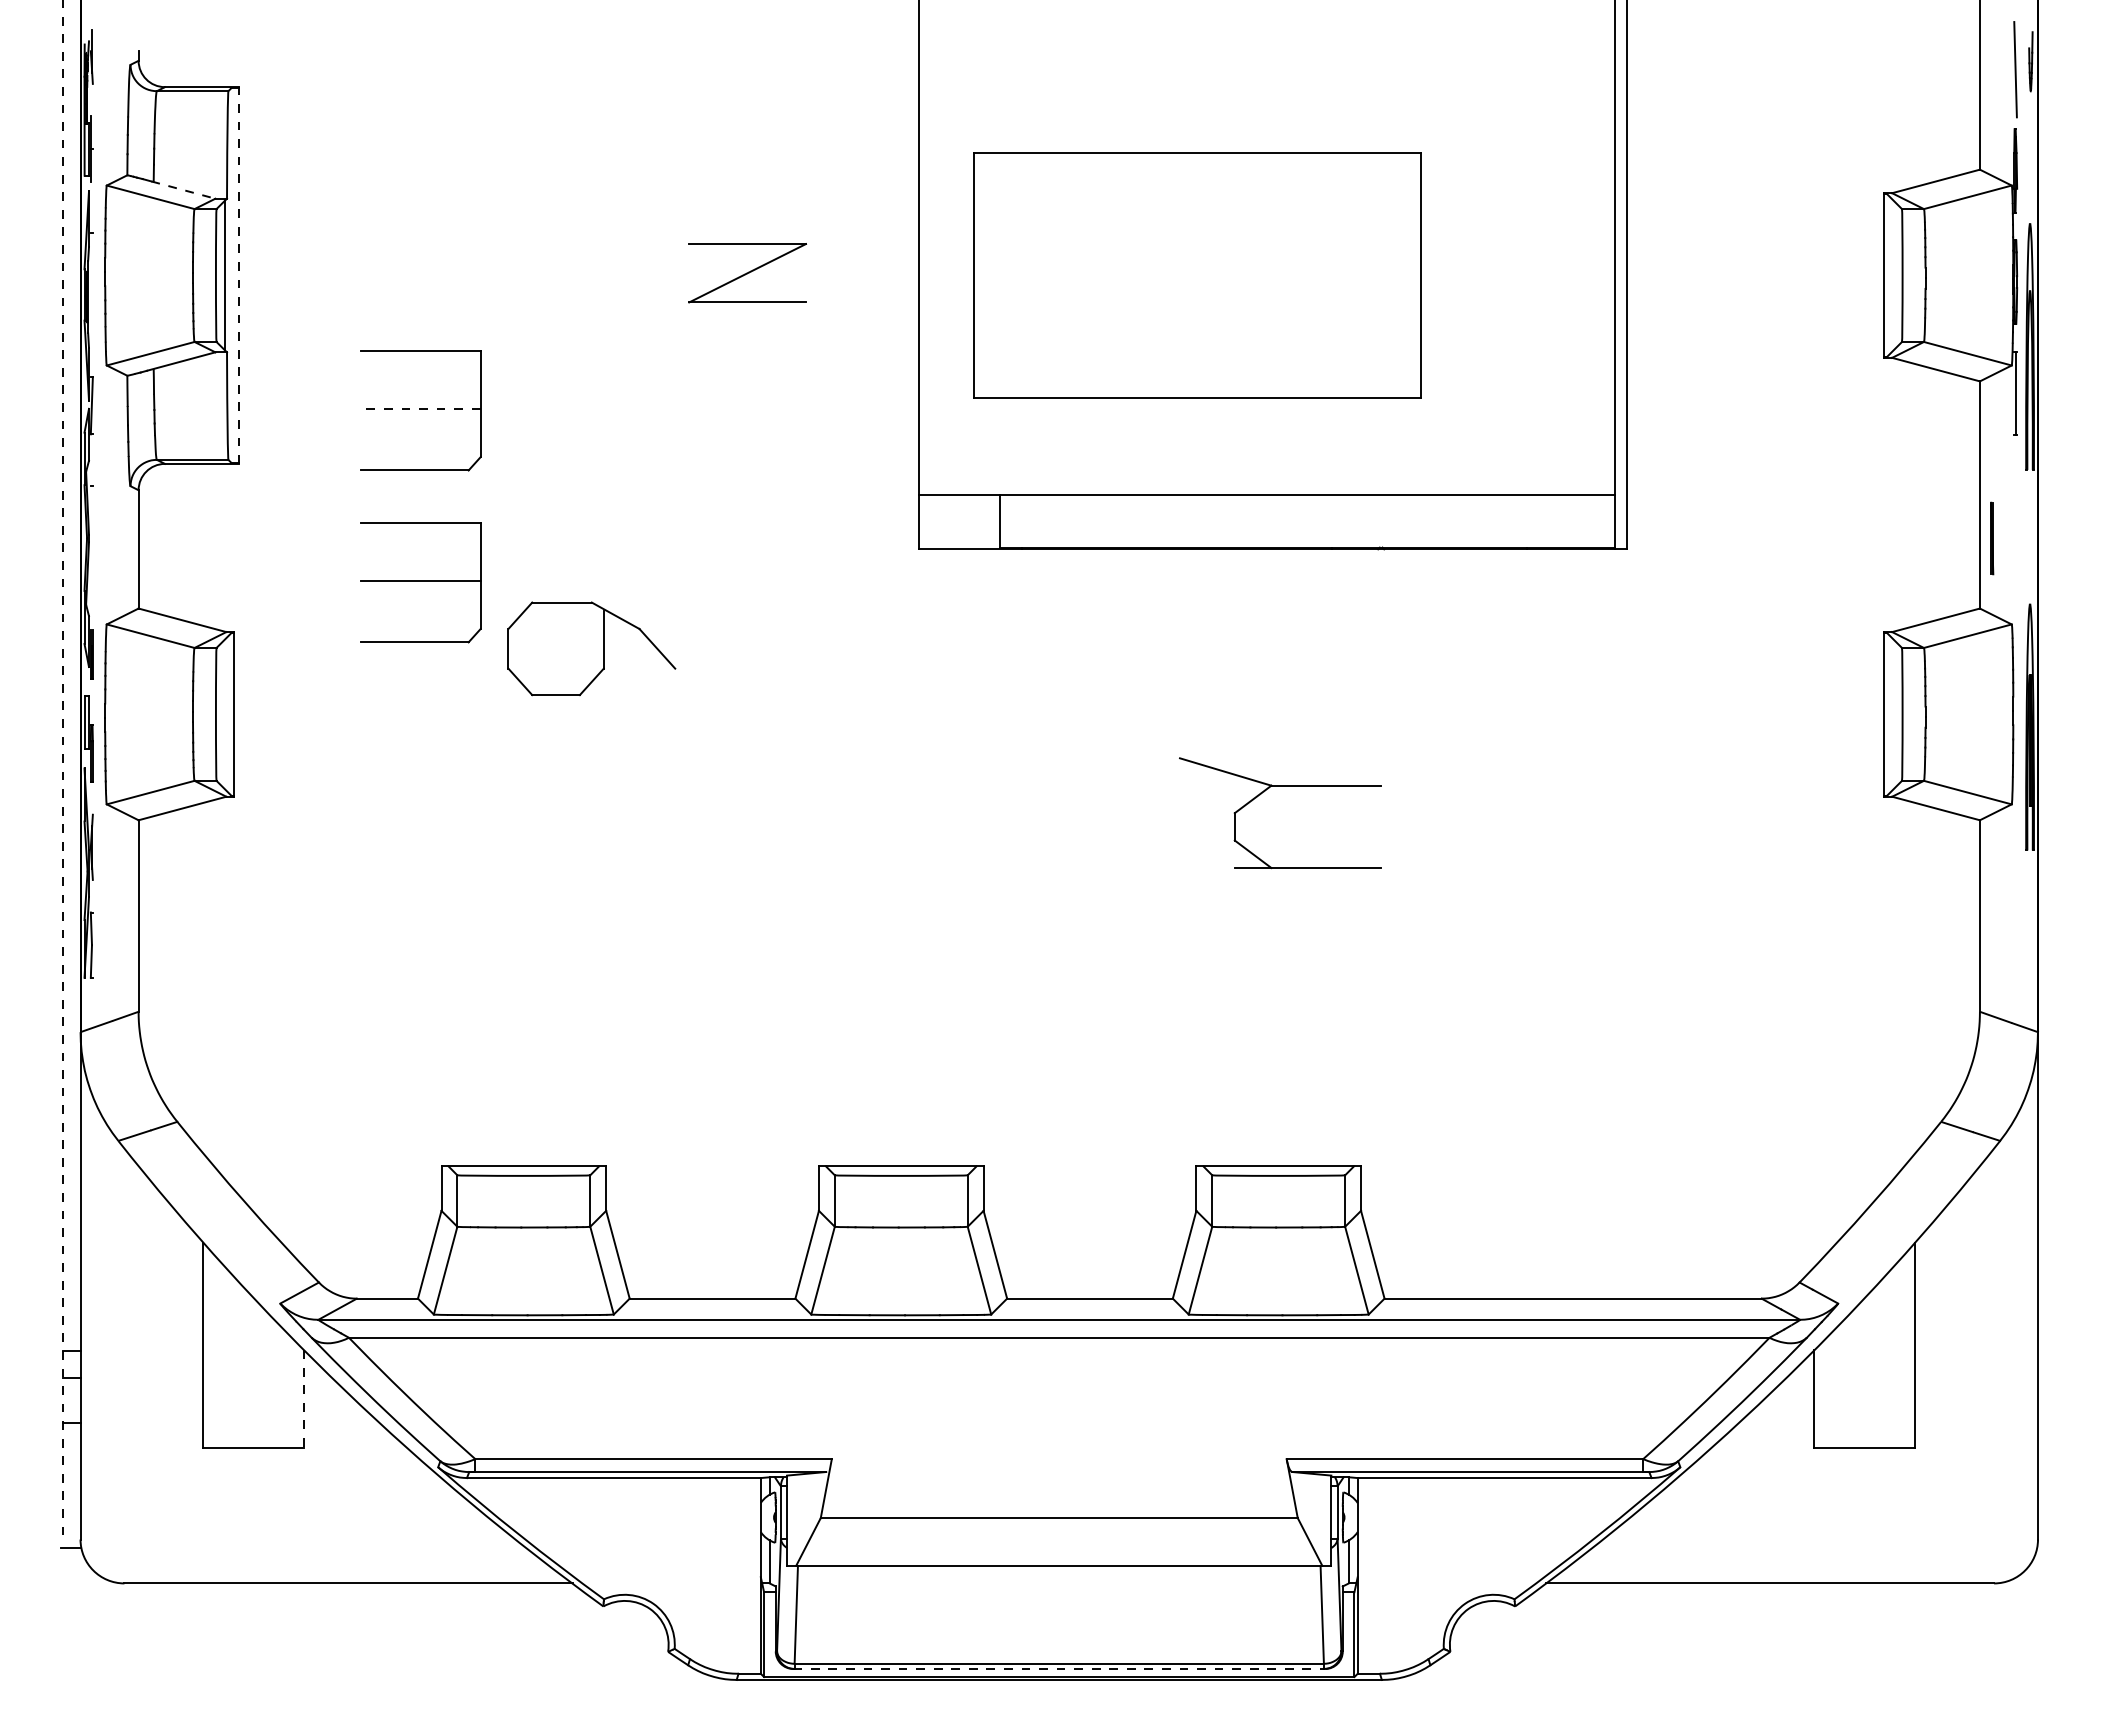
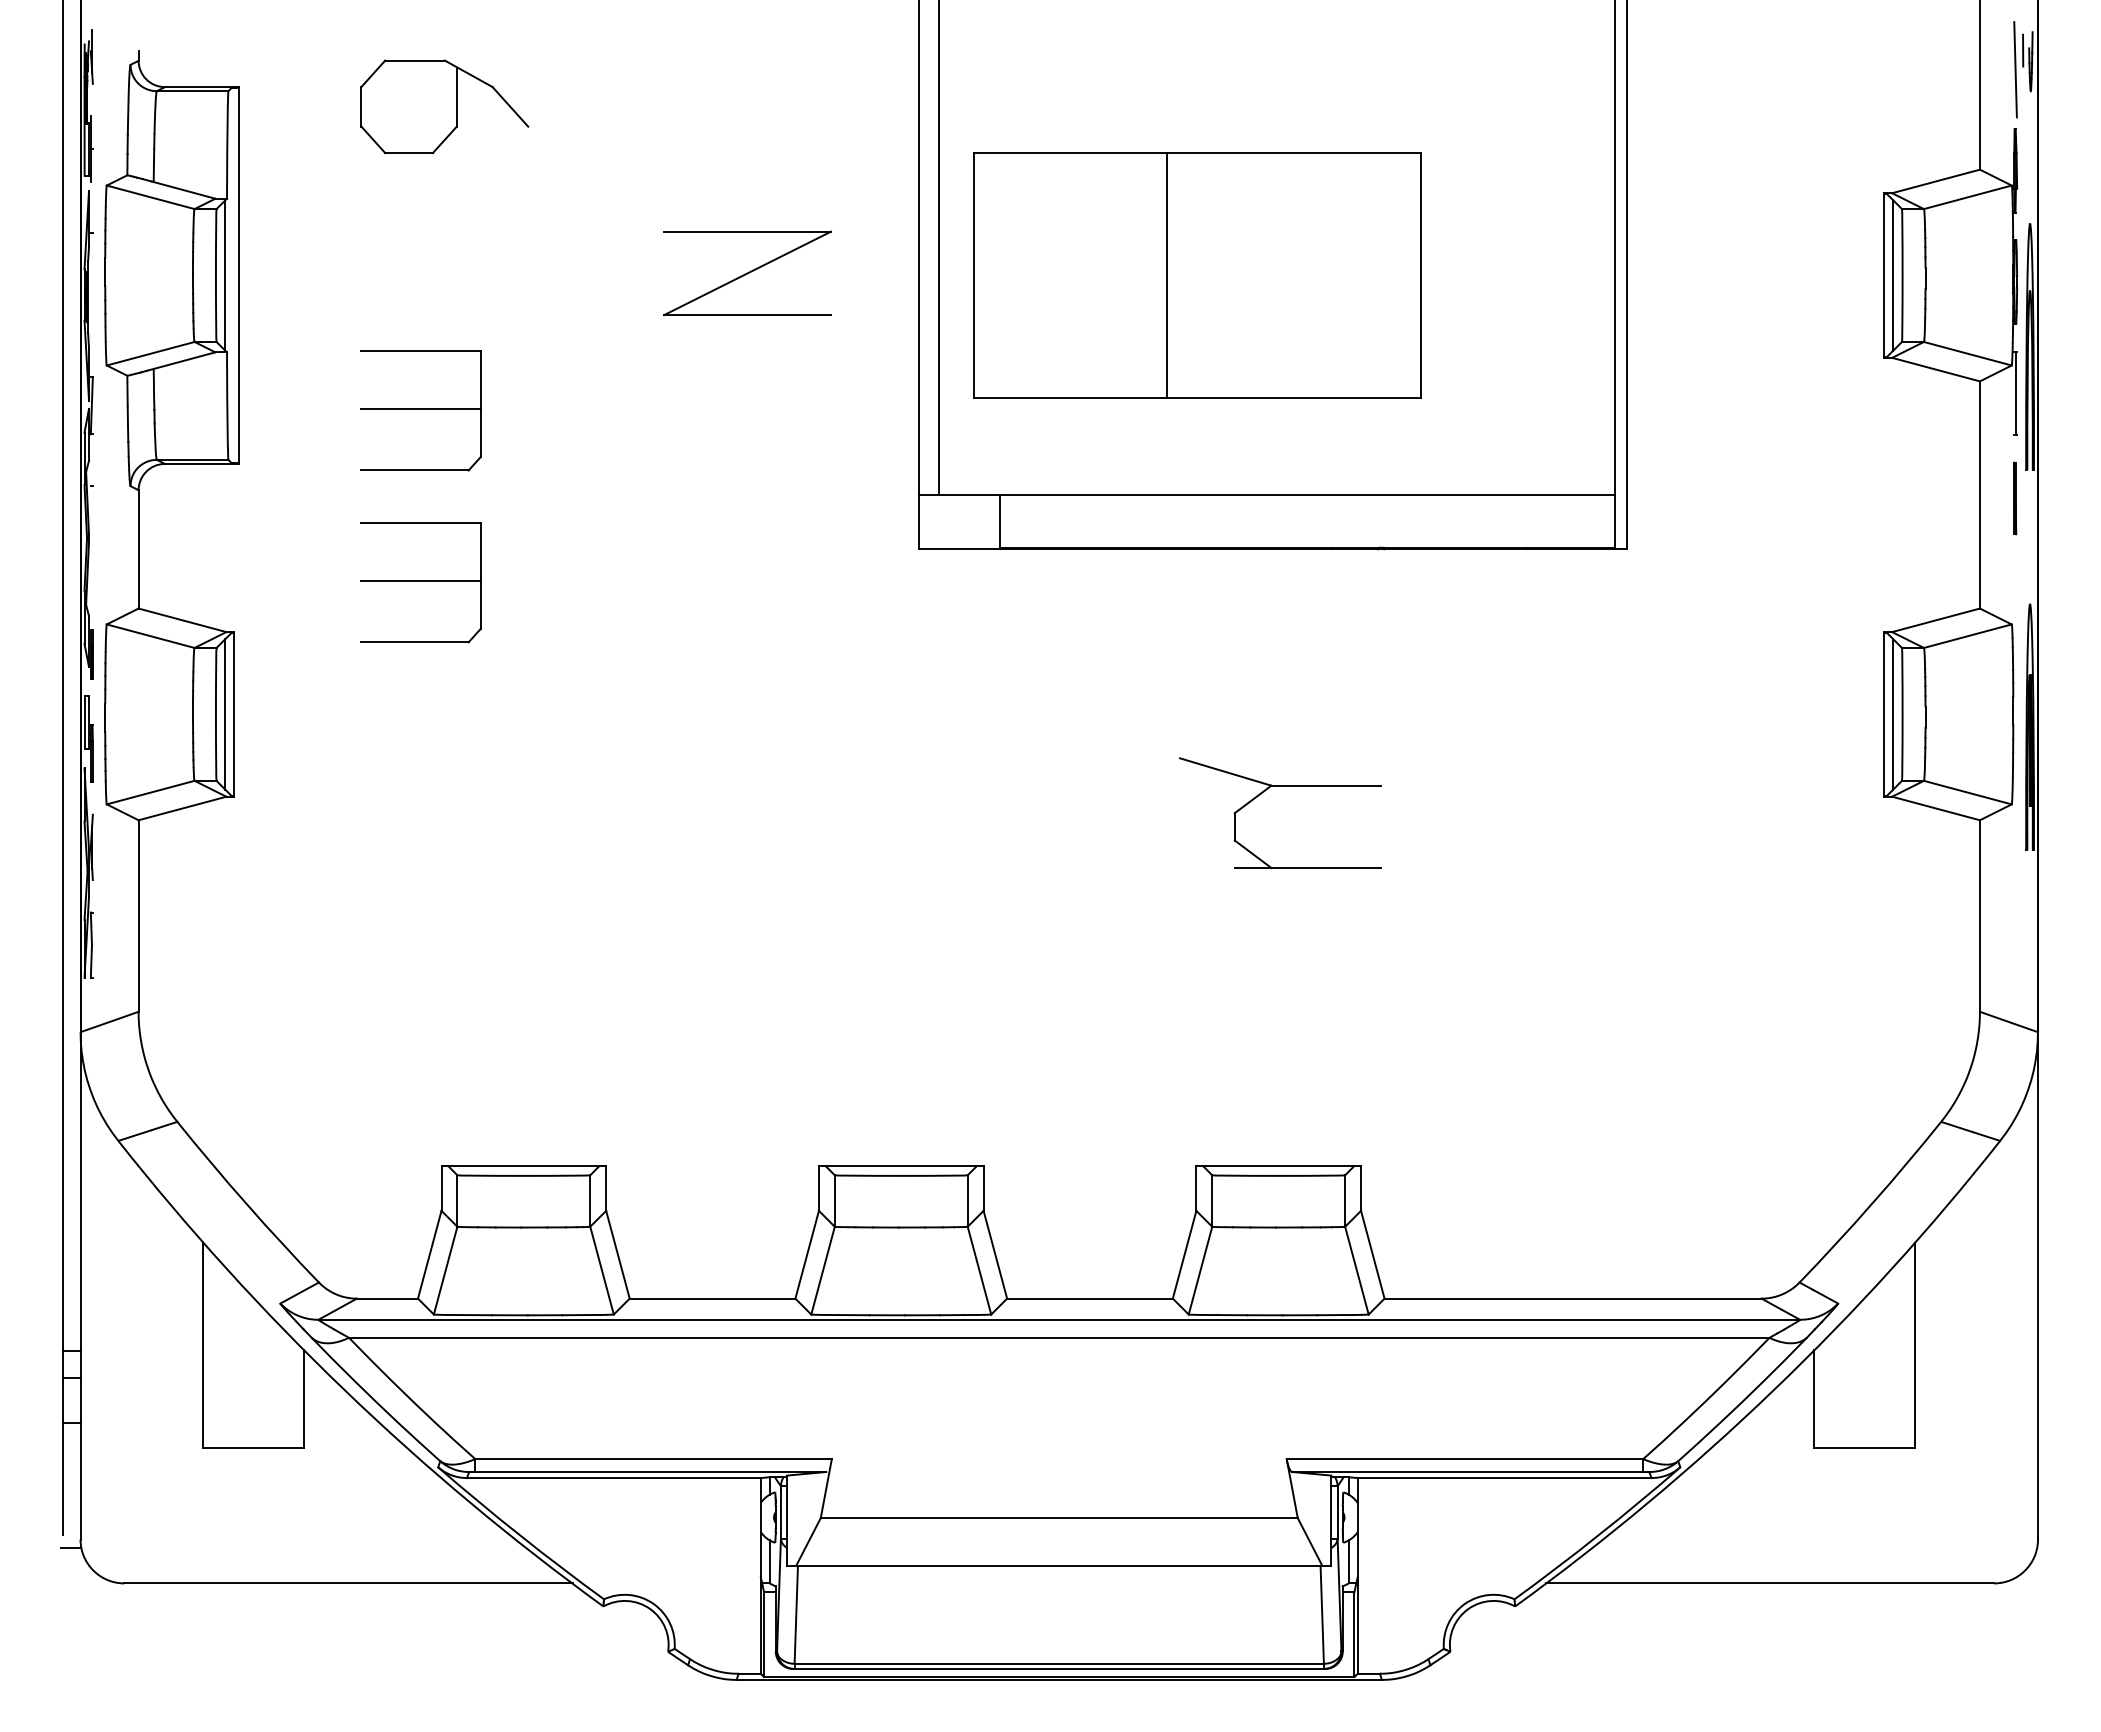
line at (2023, 50): none -> present
line at (183, 190): dashed -> solid
line at (938, 248): none -> present
part at (747, 273) size: 119x61 px -> 169x86 px
line at (238, 275): dashed -> solid
line at (1166, 275): none -> present
line at (1893, 275): none -> present
line at (421, 408): dashed -> solid
line at (1992, 538) position: (1992, 538) -> (2015, 498)
part at (591, 648) position: (591, 648) -> (444, 106)
line at (225, 714): none -> present
line at (1893, 714): none -> present
line at (63, 767): dashed -> solid
line at (304, 1398): dashed -> solid
line at (1059, 1668): dashed -> solid
